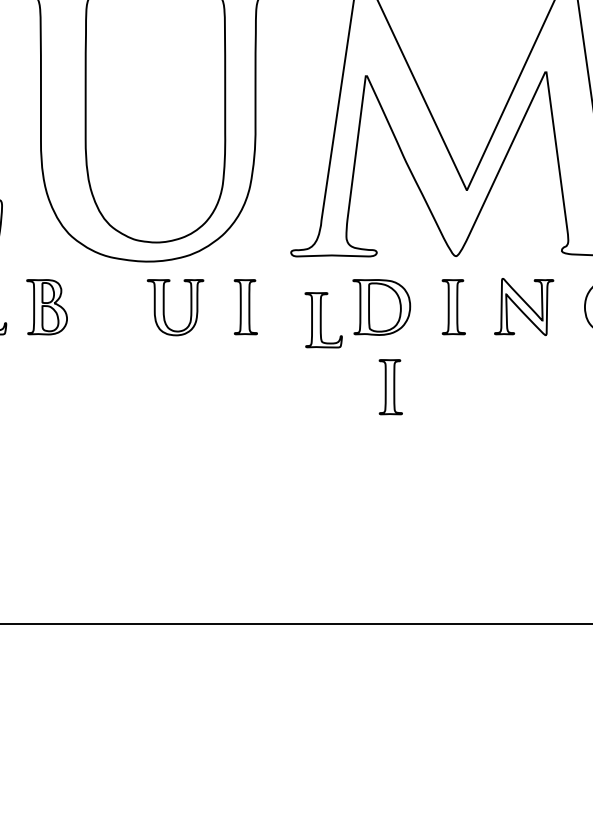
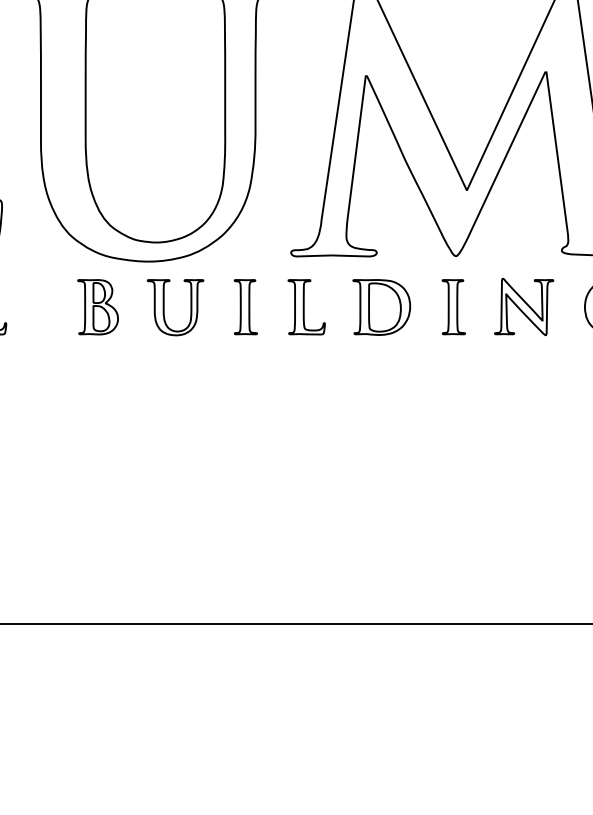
part at (46, 307) position: (46, 307) -> (97, 307)
part at (323, 320) position: (323, 320) -> (306, 307)
part at (390, 387): present -> none
